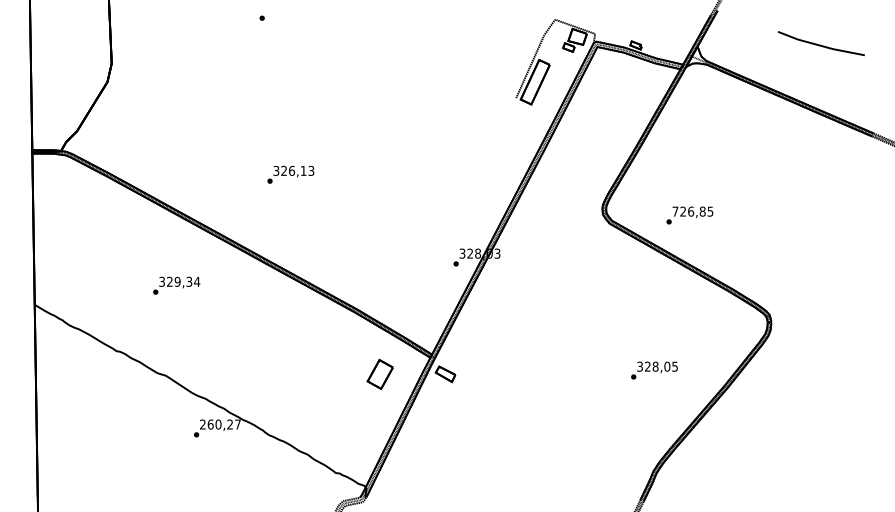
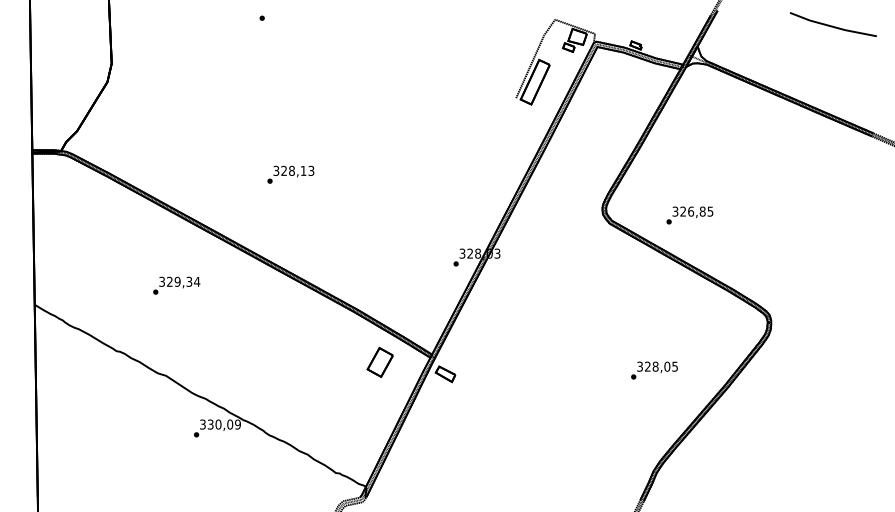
line at (820, 44) position: (820, 44) -> (832, 25)
text at (291, 170): 326,13 -> 328,13
text at (675, 211): 726,85 -> 326,85
part at (379, 373) position: (379, 373) -> (379, 361)
text at (220, 424): 260,27 -> 330,09
